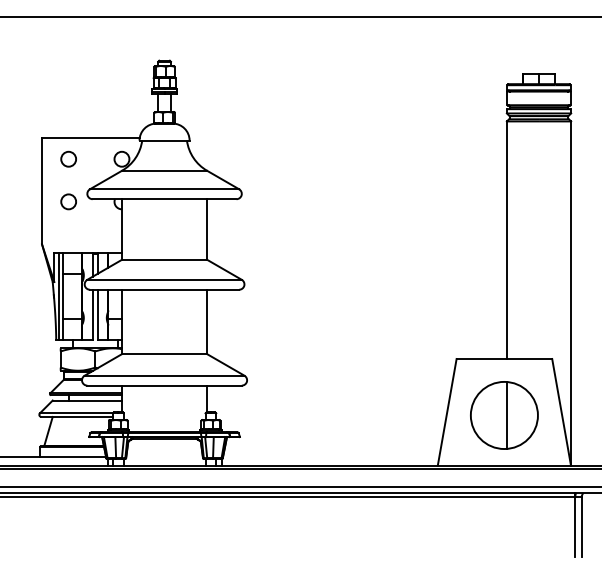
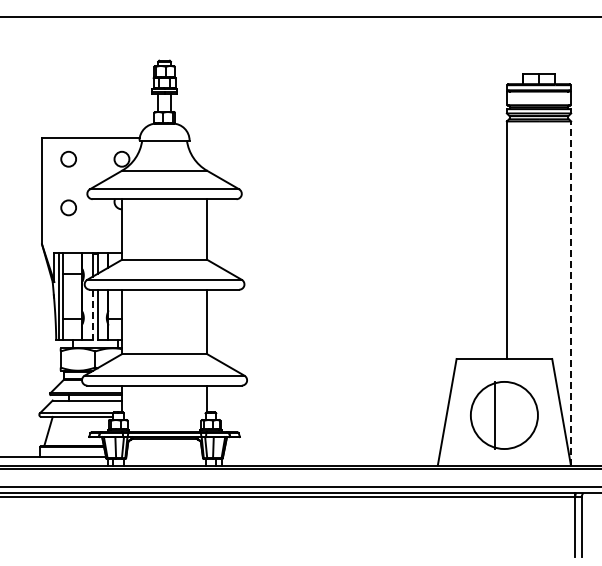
circle at (68, 201) position: (68, 201) -> (68, 207)
line at (571, 292): solid -> dashed
line at (93, 315): solid -> dashed
line at (506, 415) position: (506, 415) -> (494, 415)
